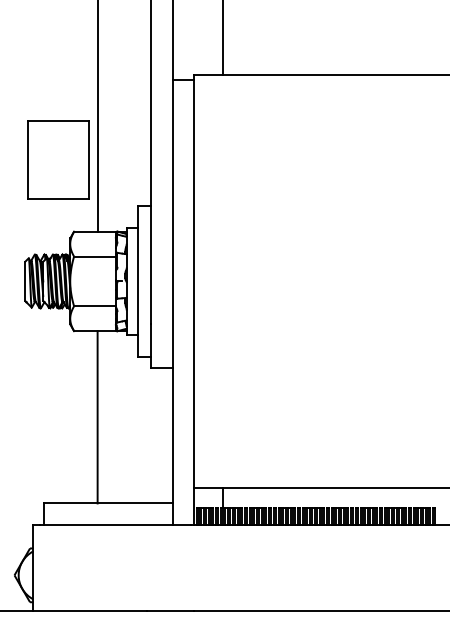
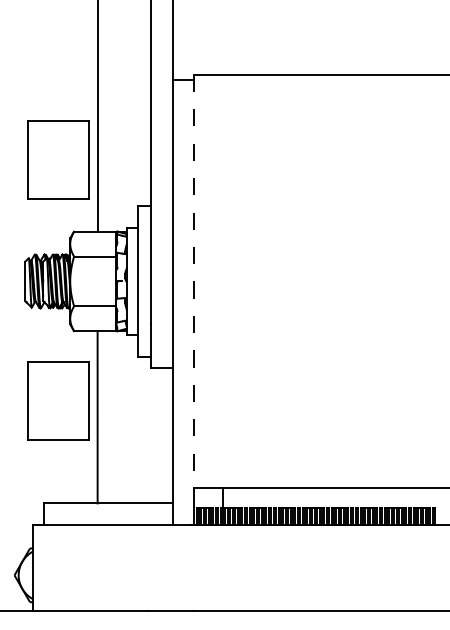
line at (222, 38): present -> none
line at (194, 281): solid -> dashed
part at (58, 400): none -> present
